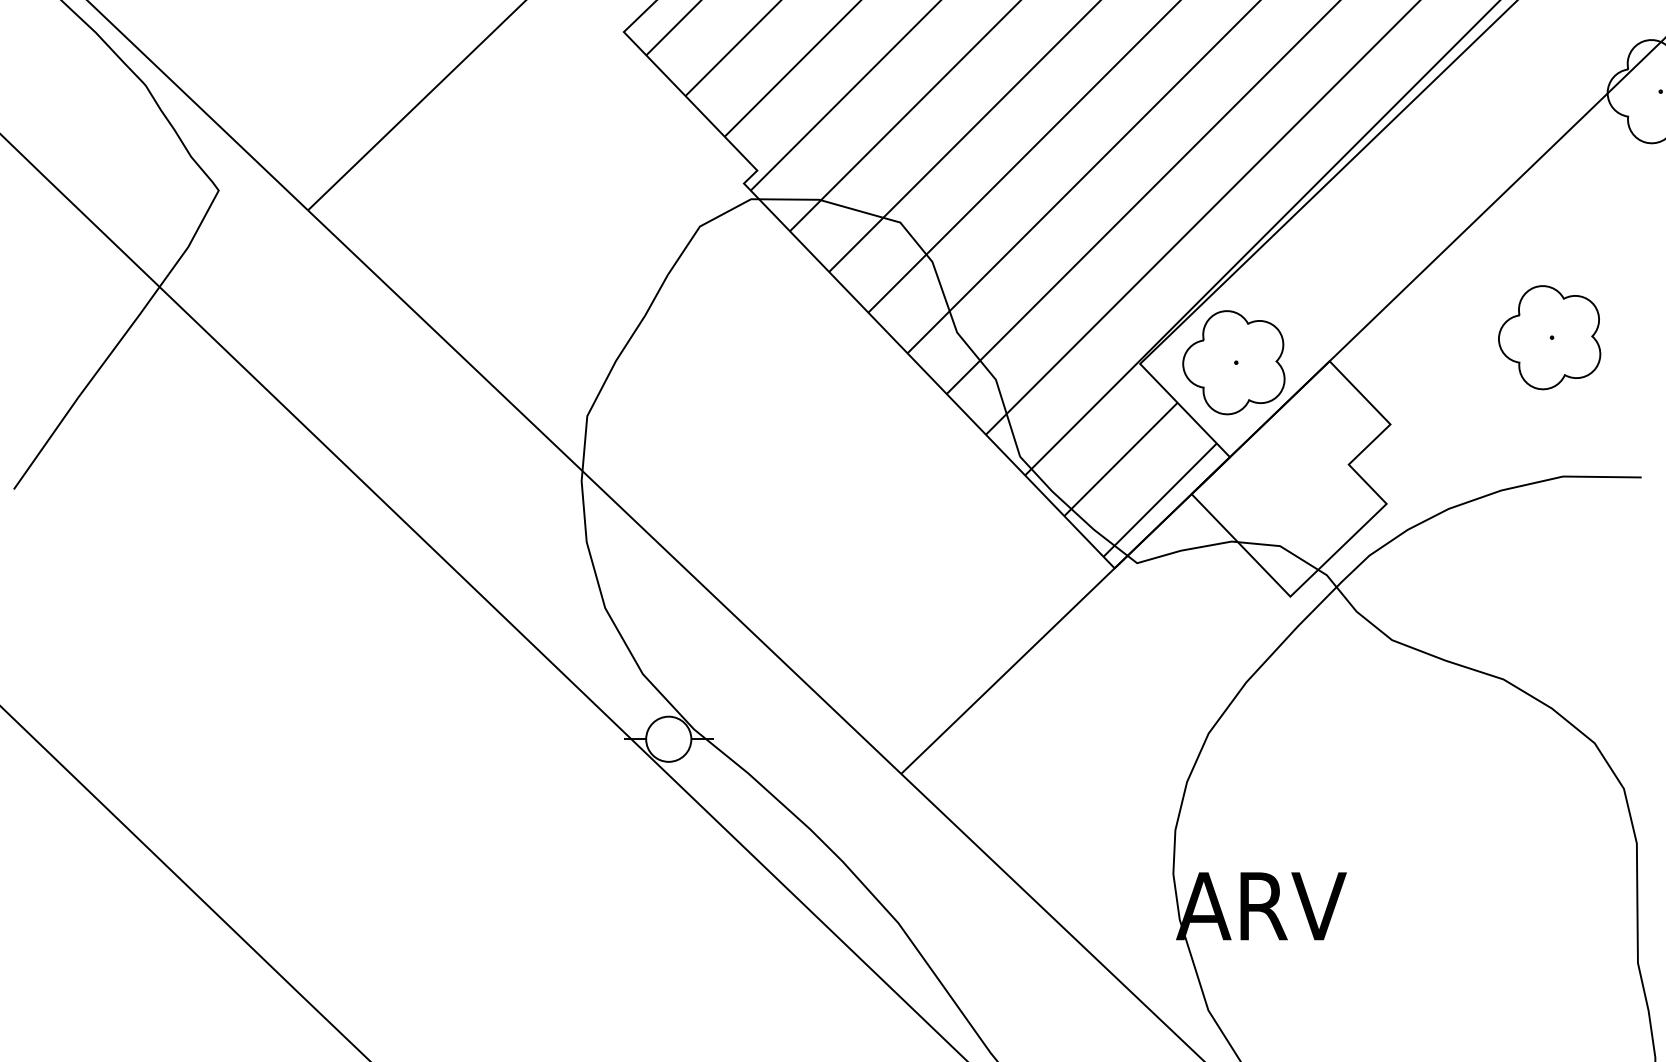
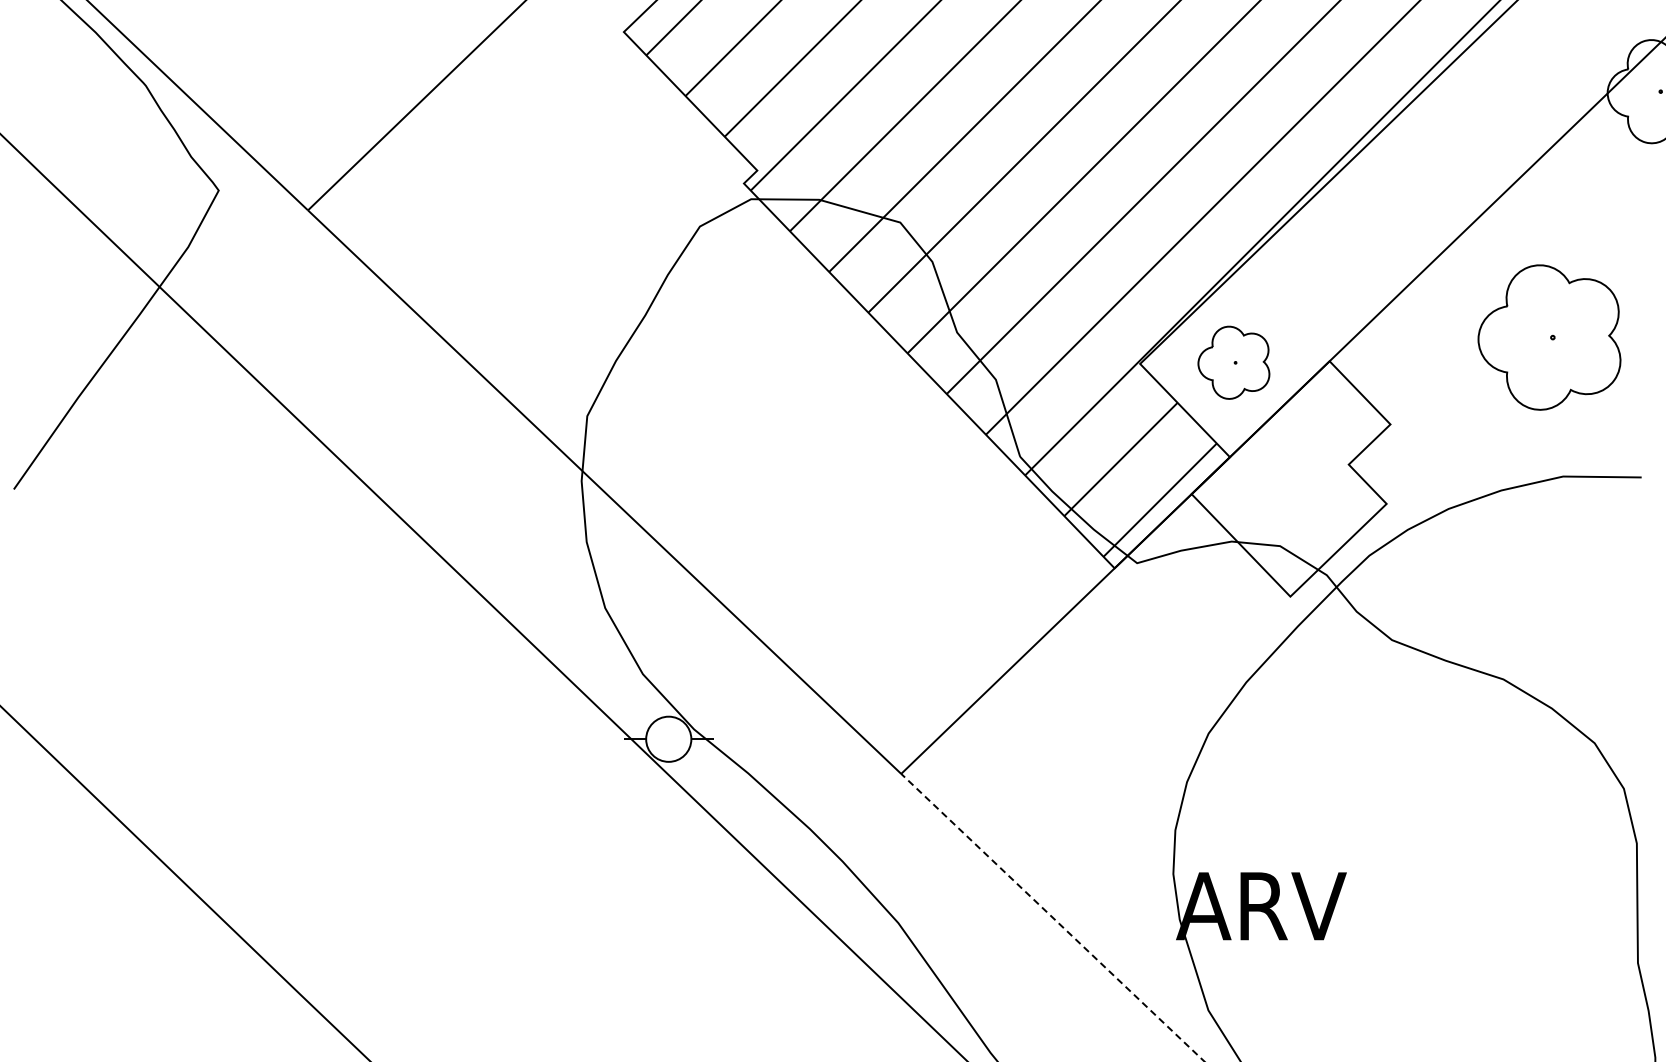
part at (1549, 337) size: 104x106 px -> 145x147 px
part at (1233, 362) size: 104x106 px -> 74x75 px
line at (1052, 917): solid -> dashed
